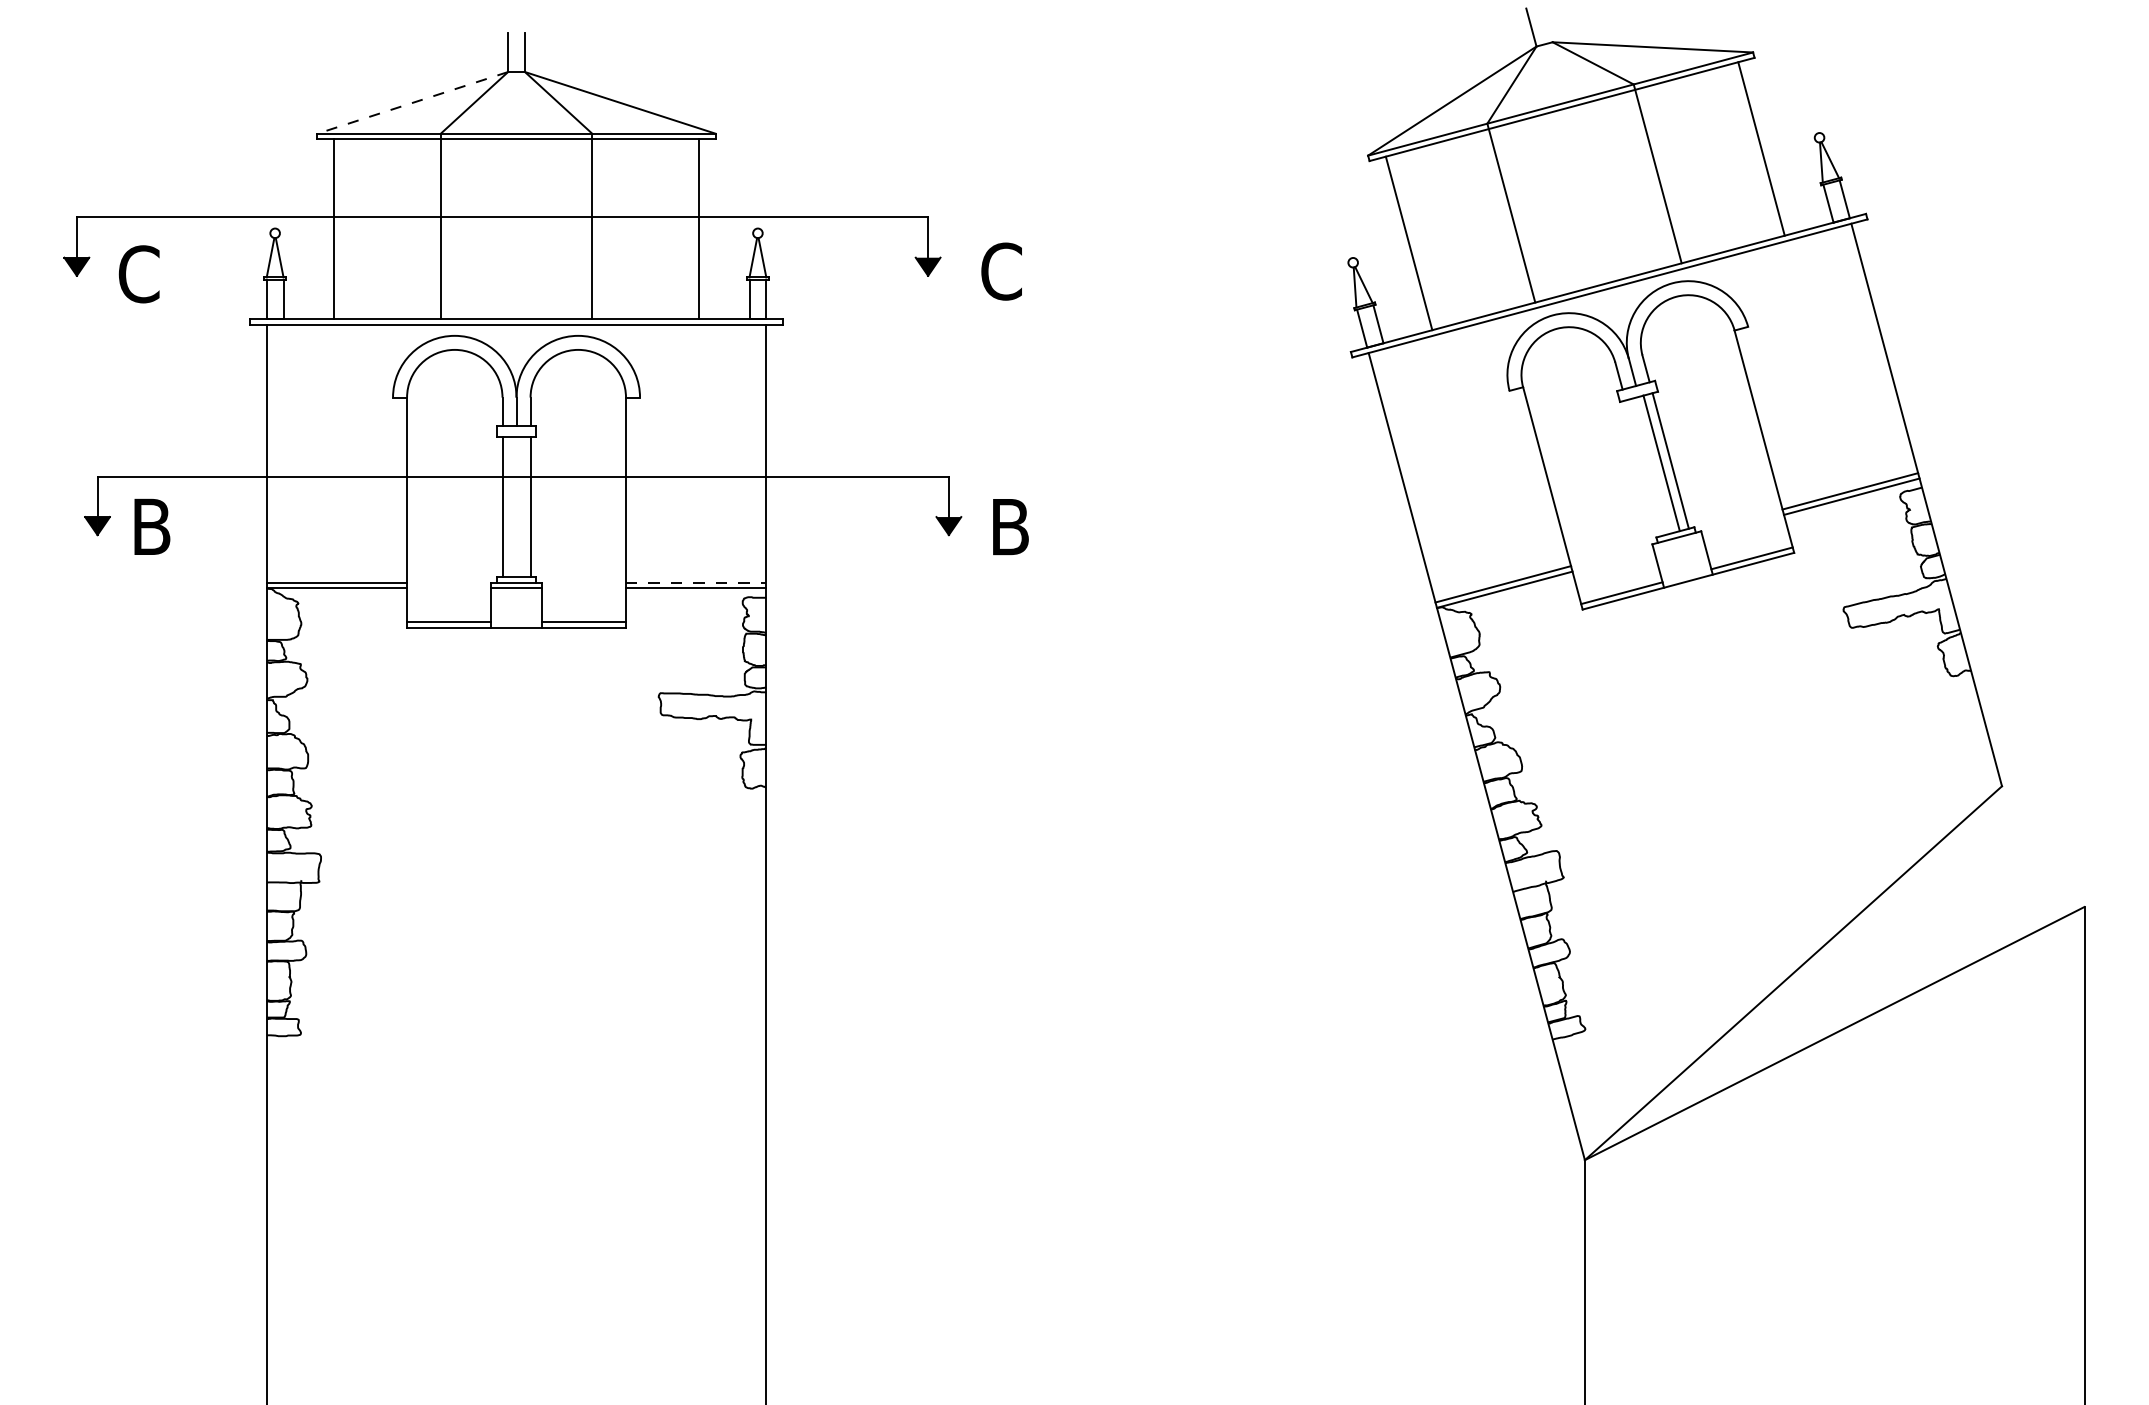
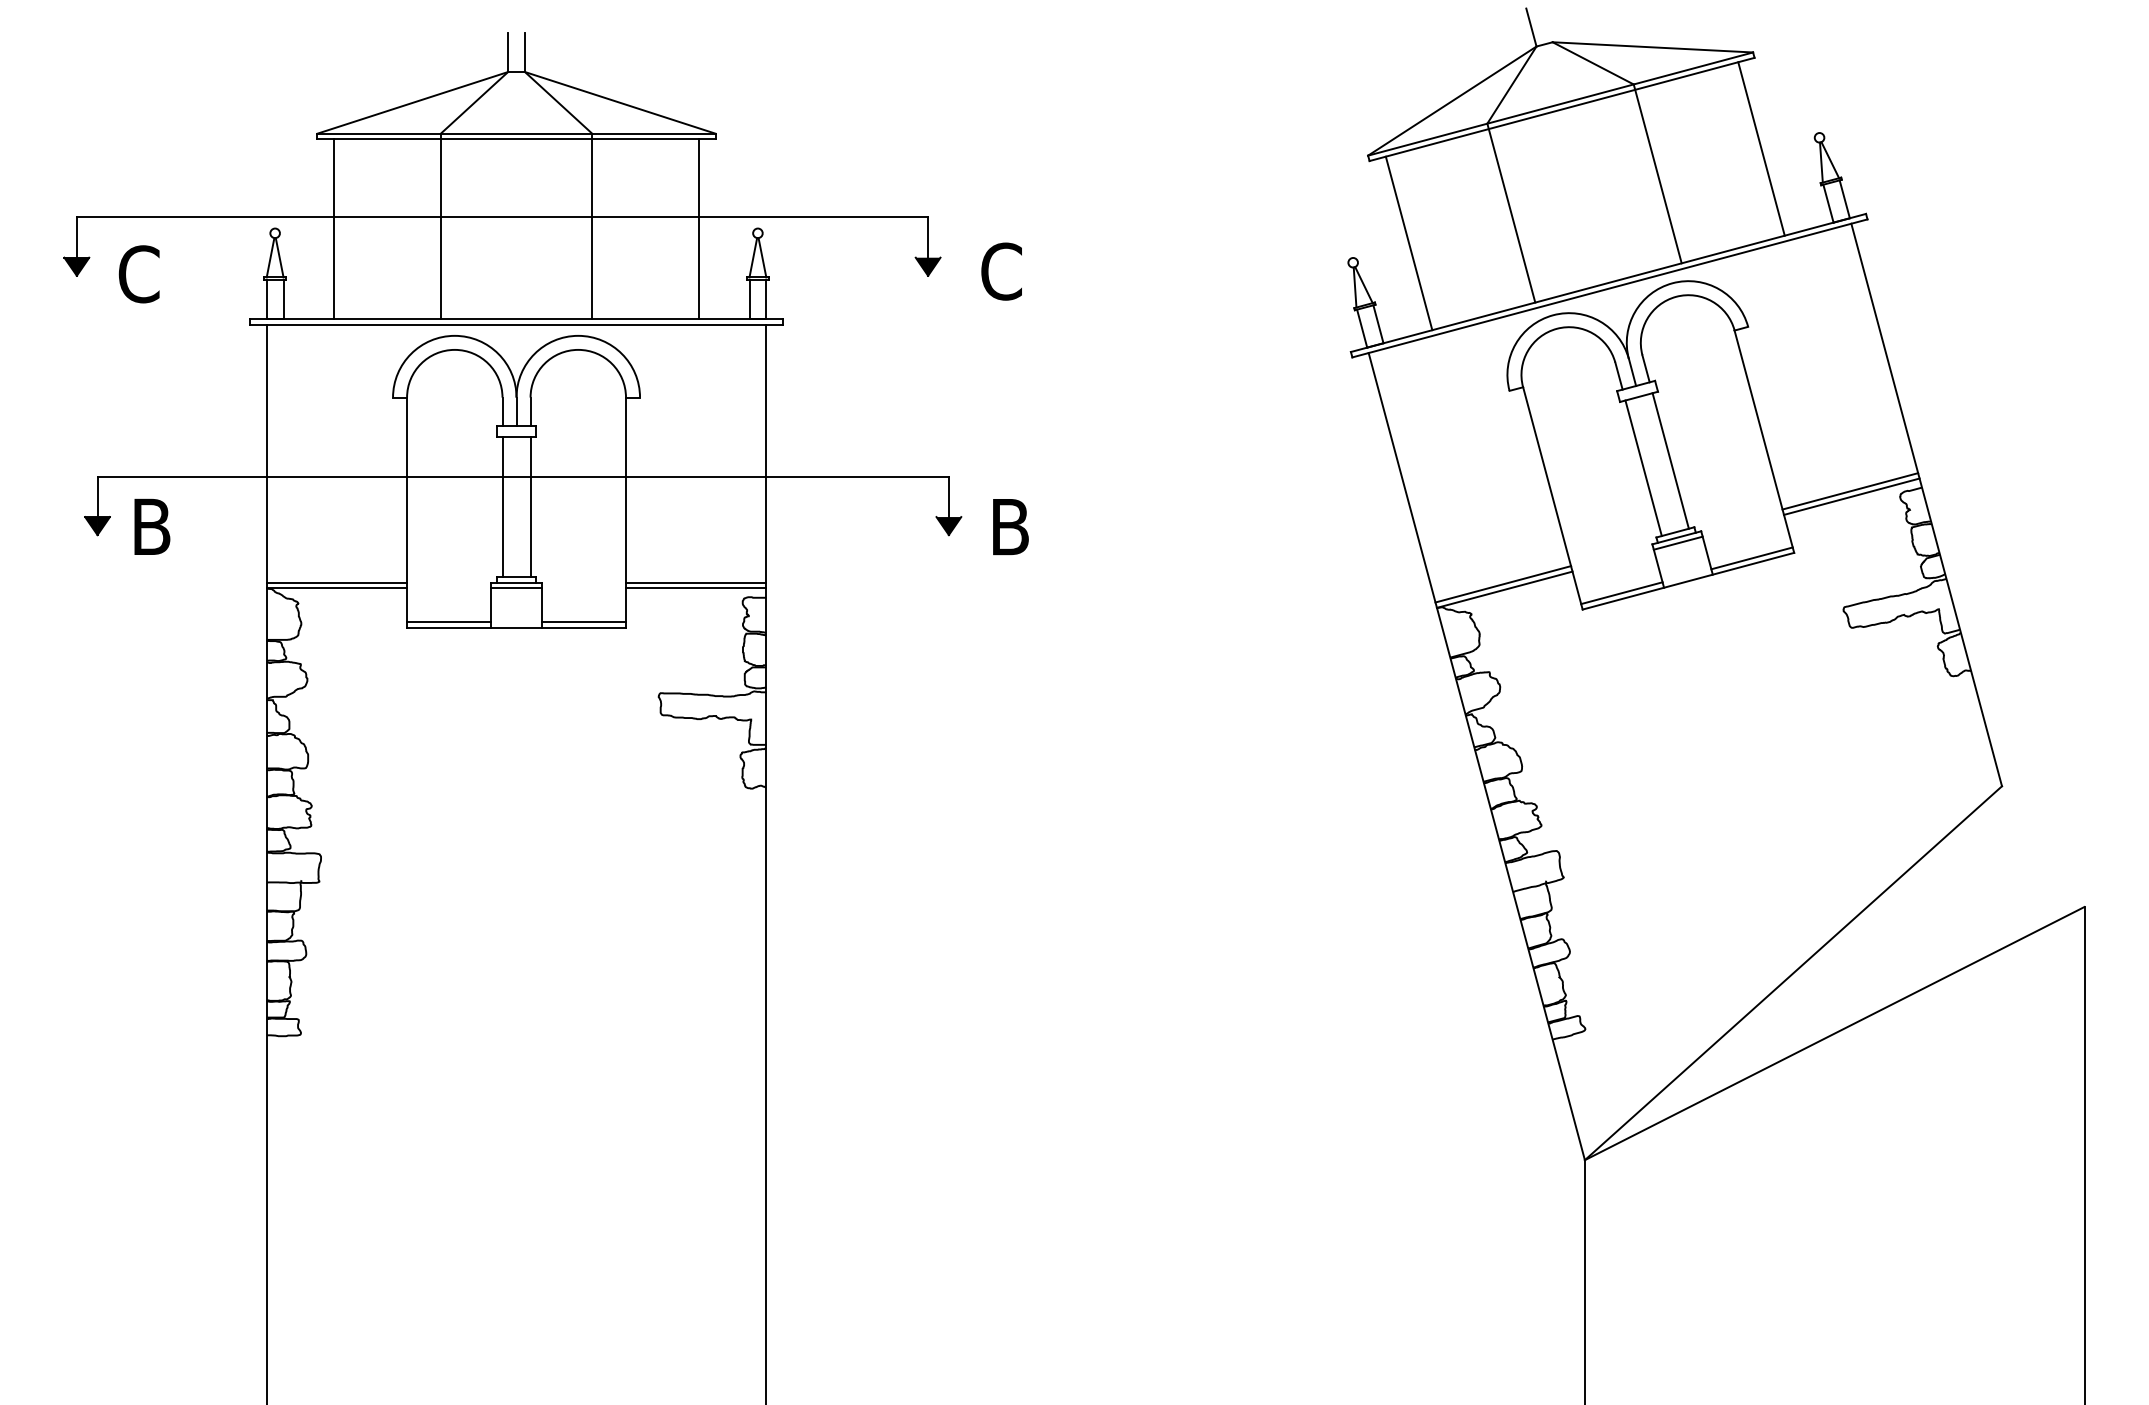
line at (412, 103): dashed -> solid
line at (1661, 463) position: (1661, 463) -> (1643, 468)
line at (1677, 542): none -> present
line at (696, 582): dashed -> solid
